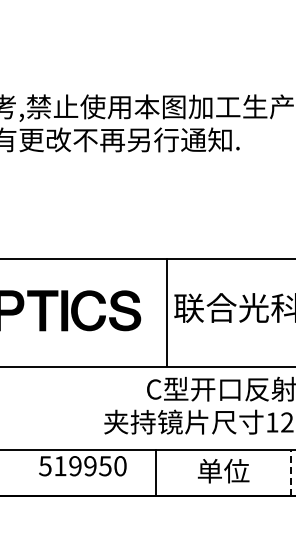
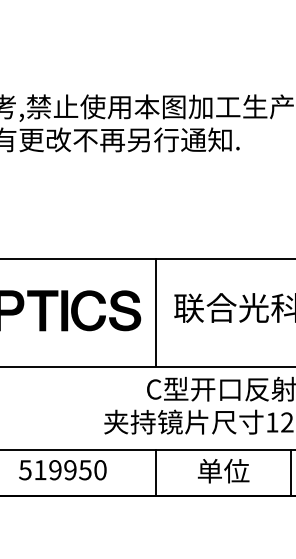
line at (166, 312) position: (166, 312) -> (155, 312)
text at (82, 466) position: (82, 466) -> (62, 470)
line at (291, 472): dashed -> solid
